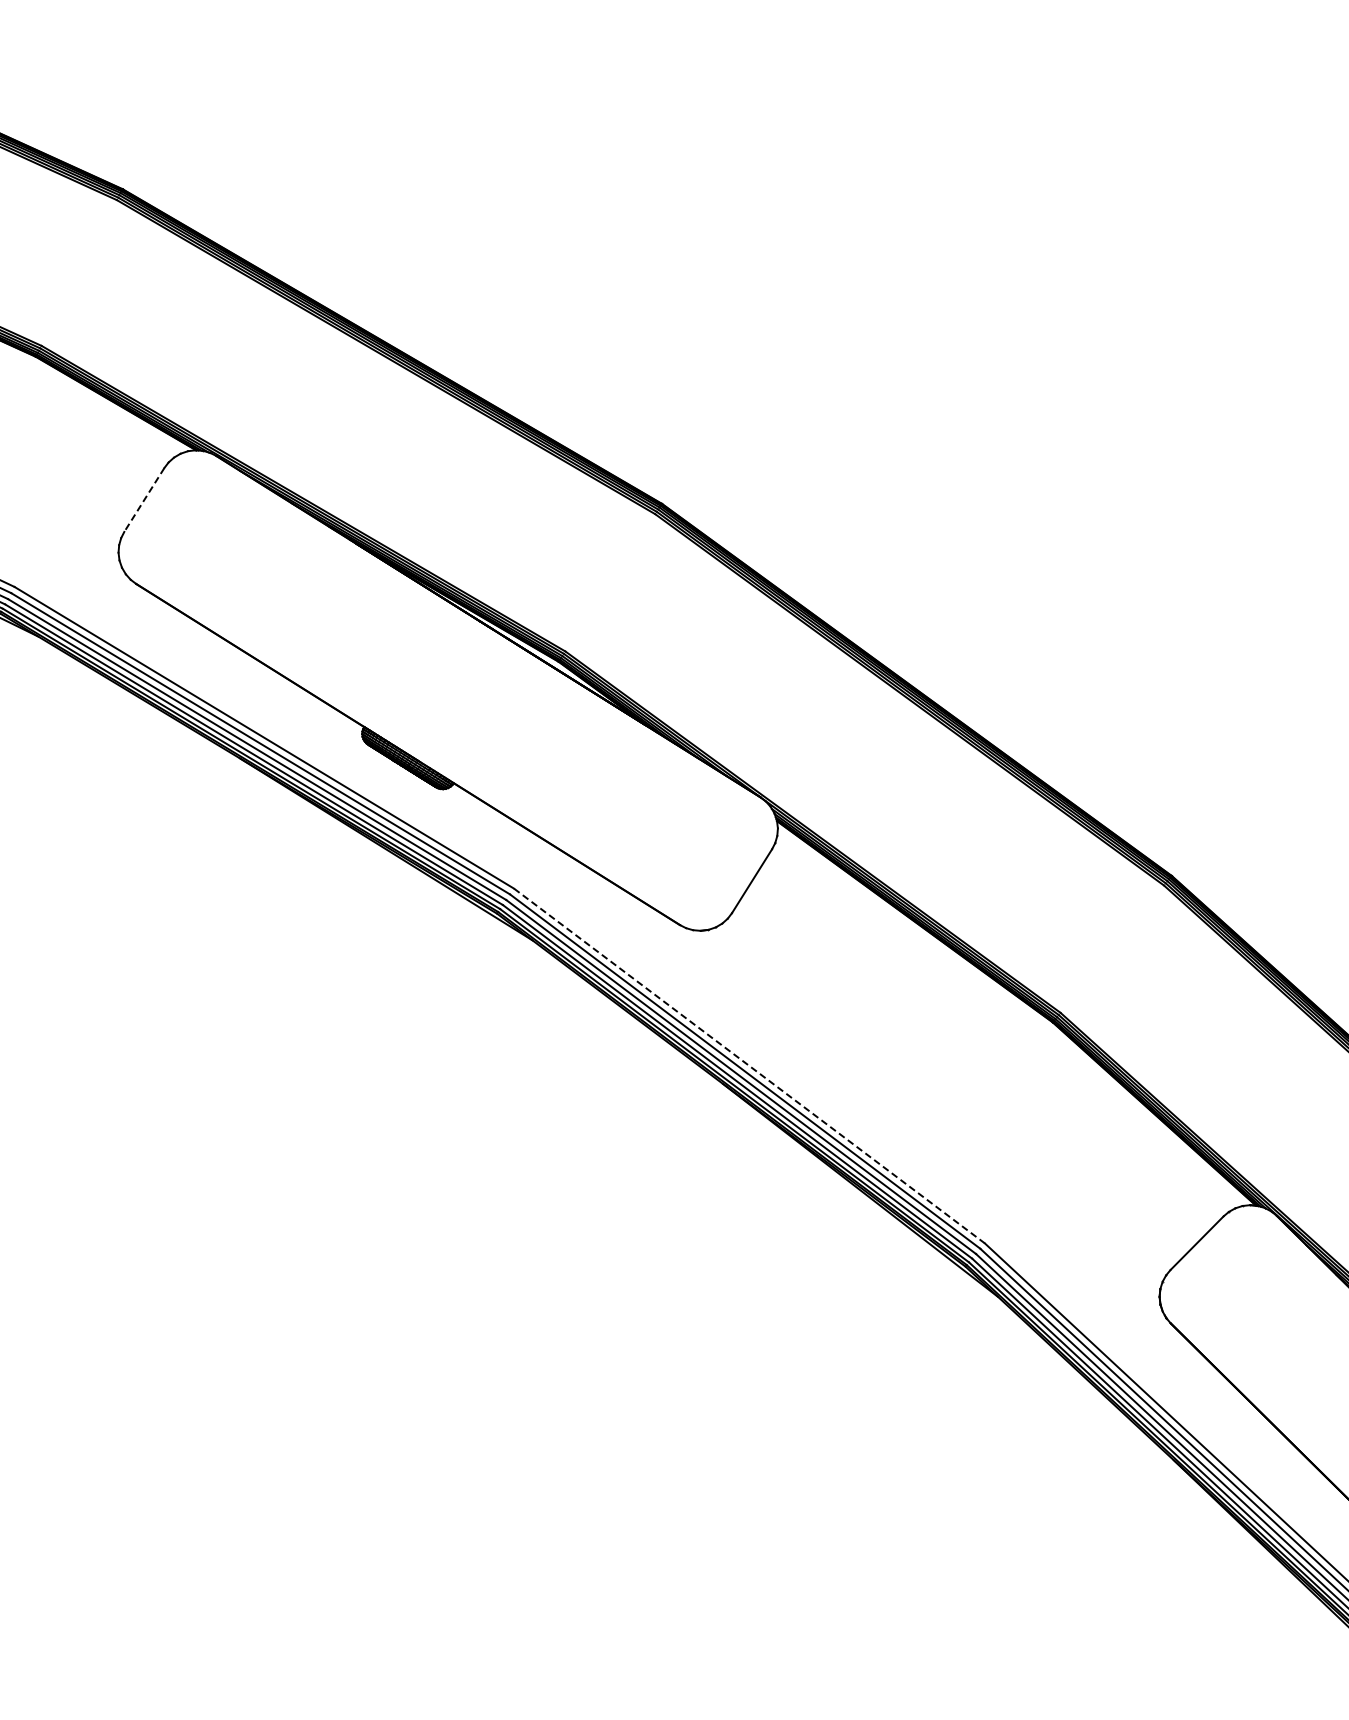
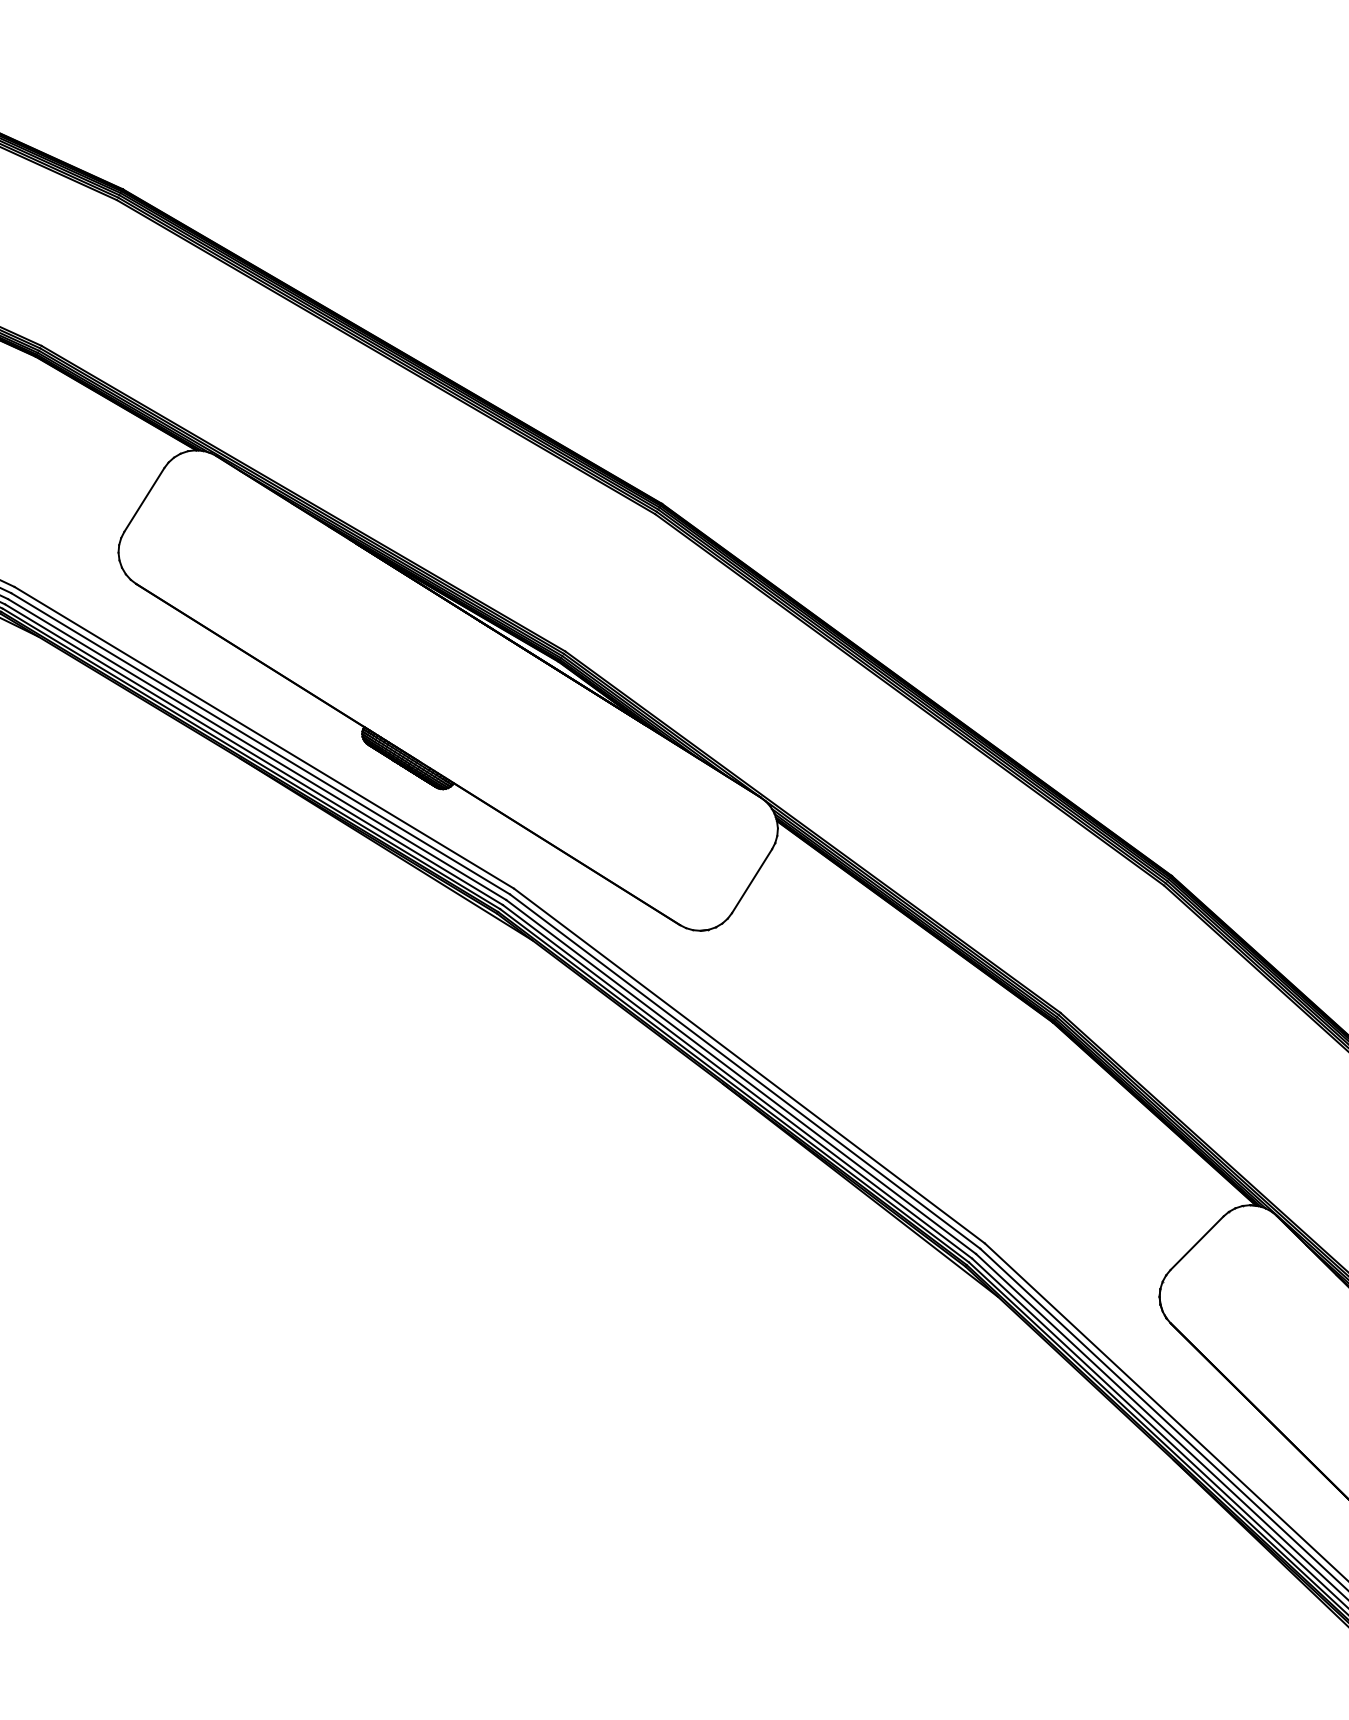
line at (144, 499): dashed -> solid
line at (749, 1066): dashed -> solid
